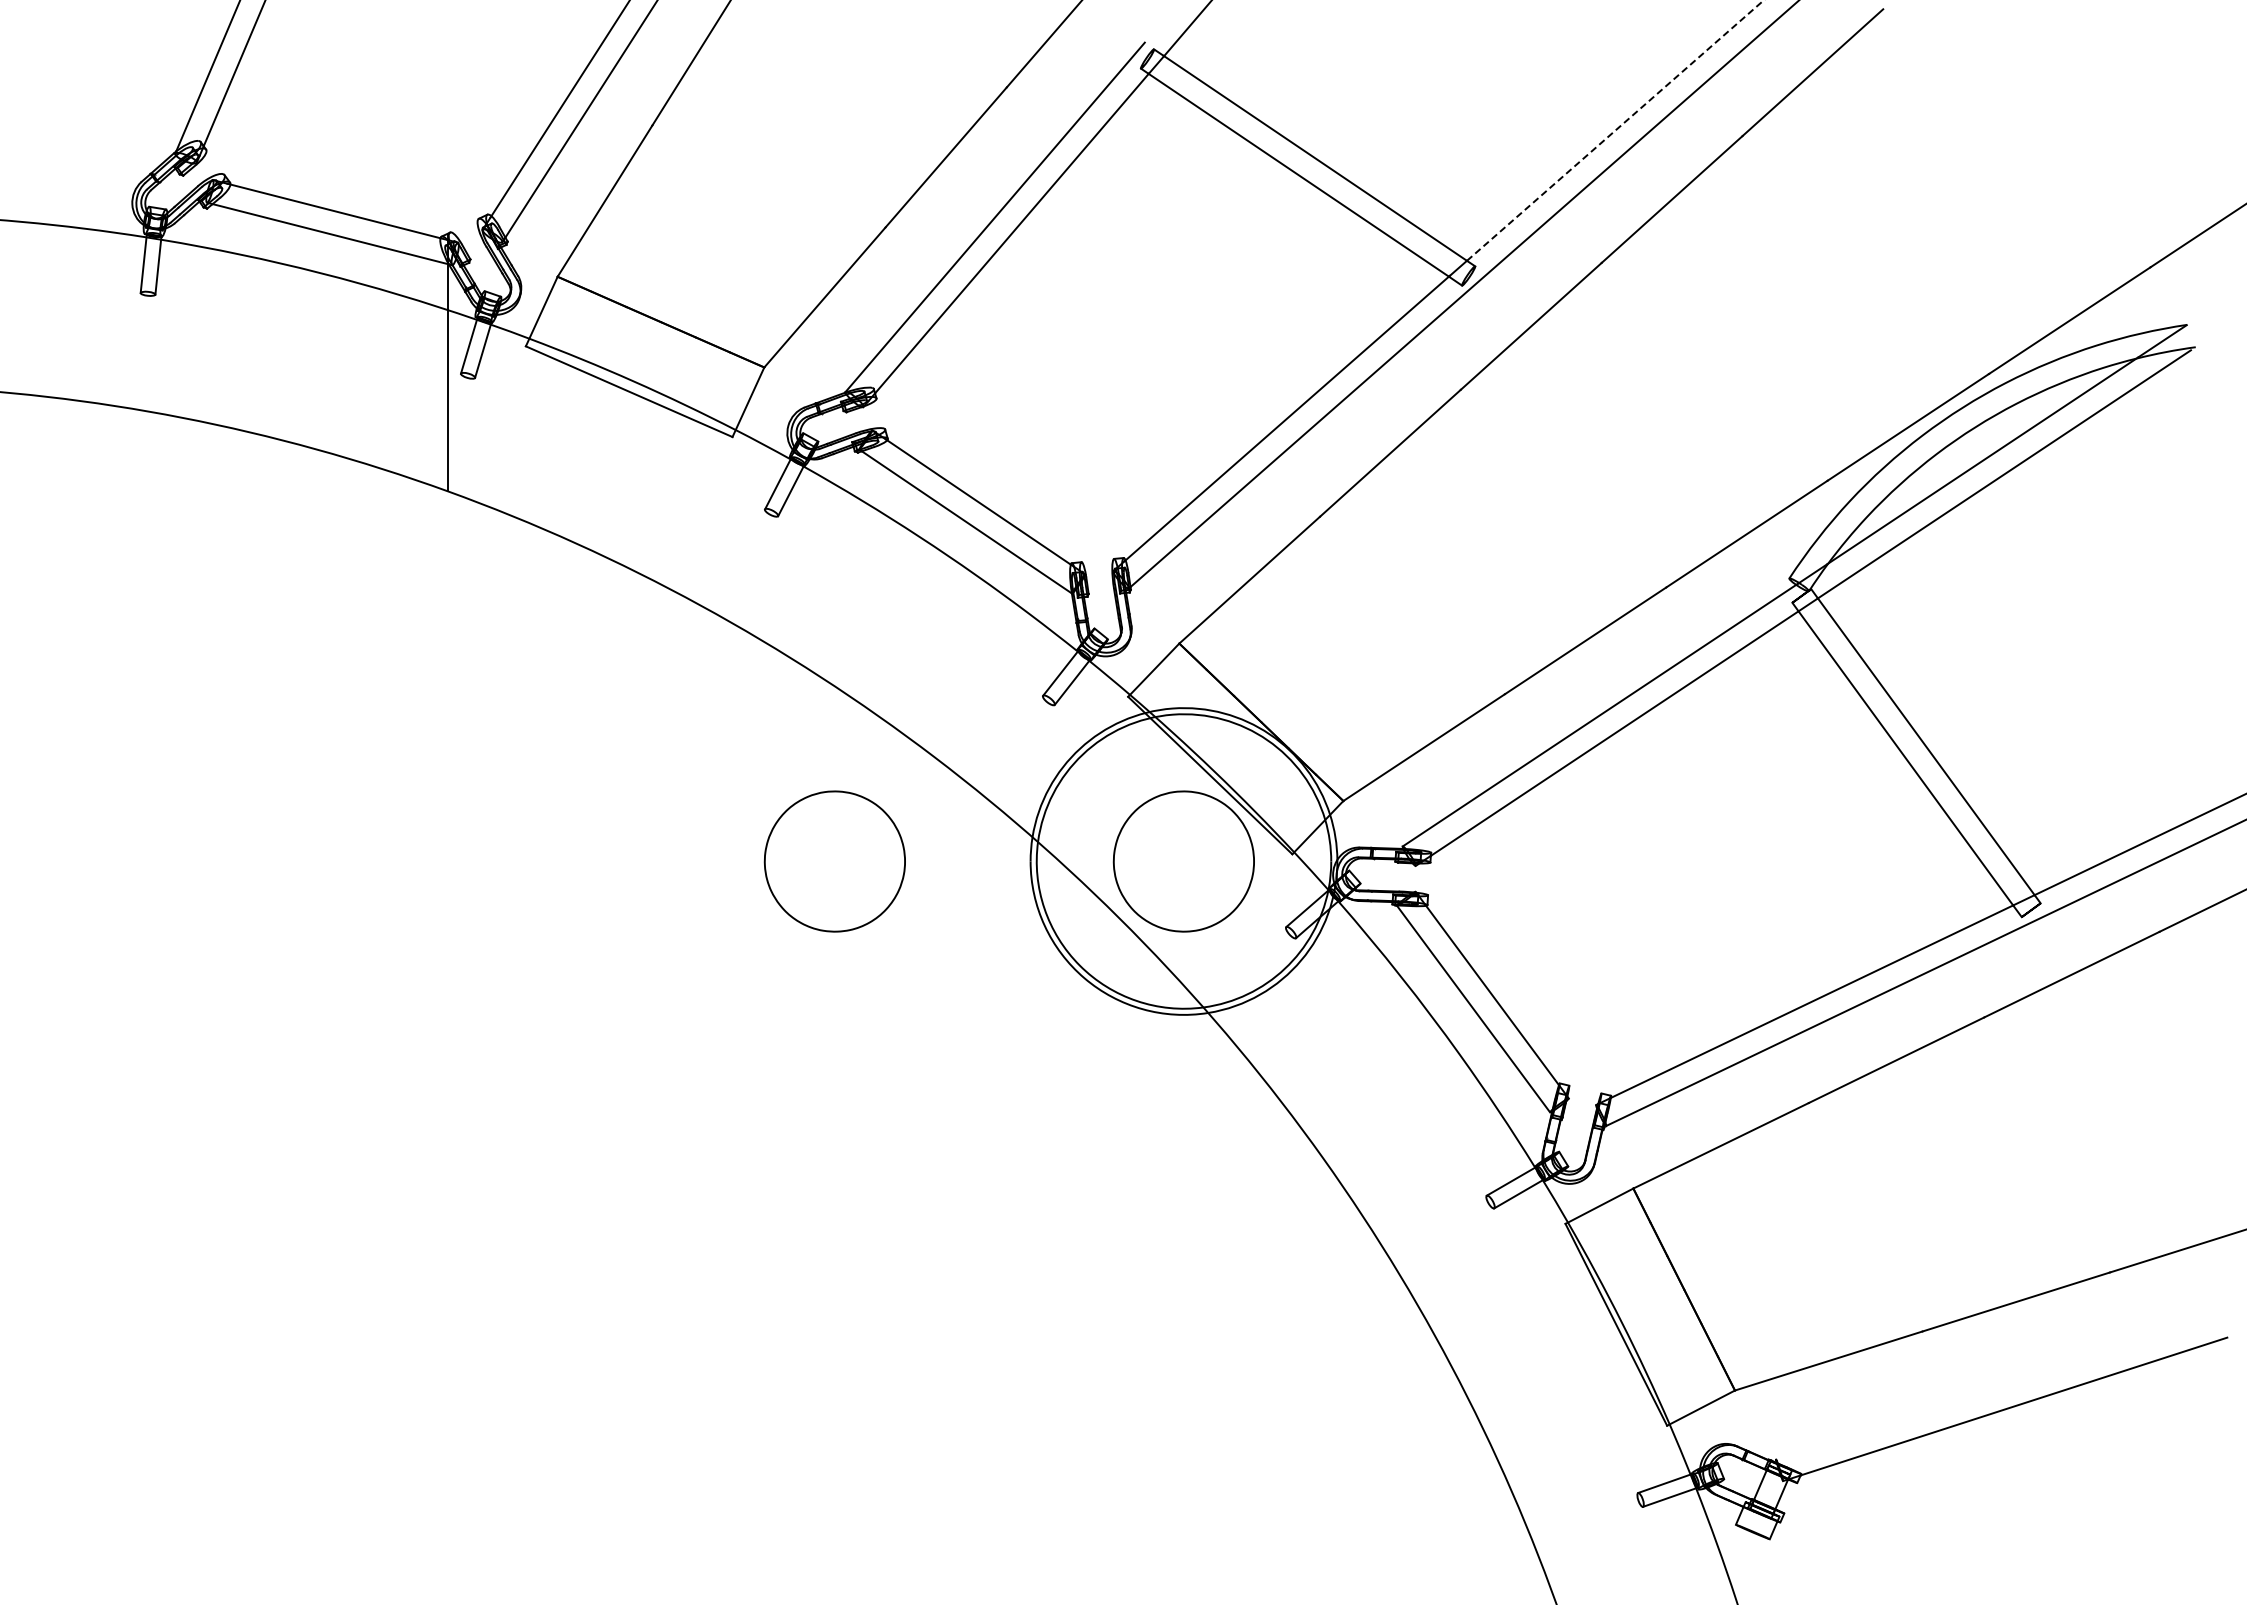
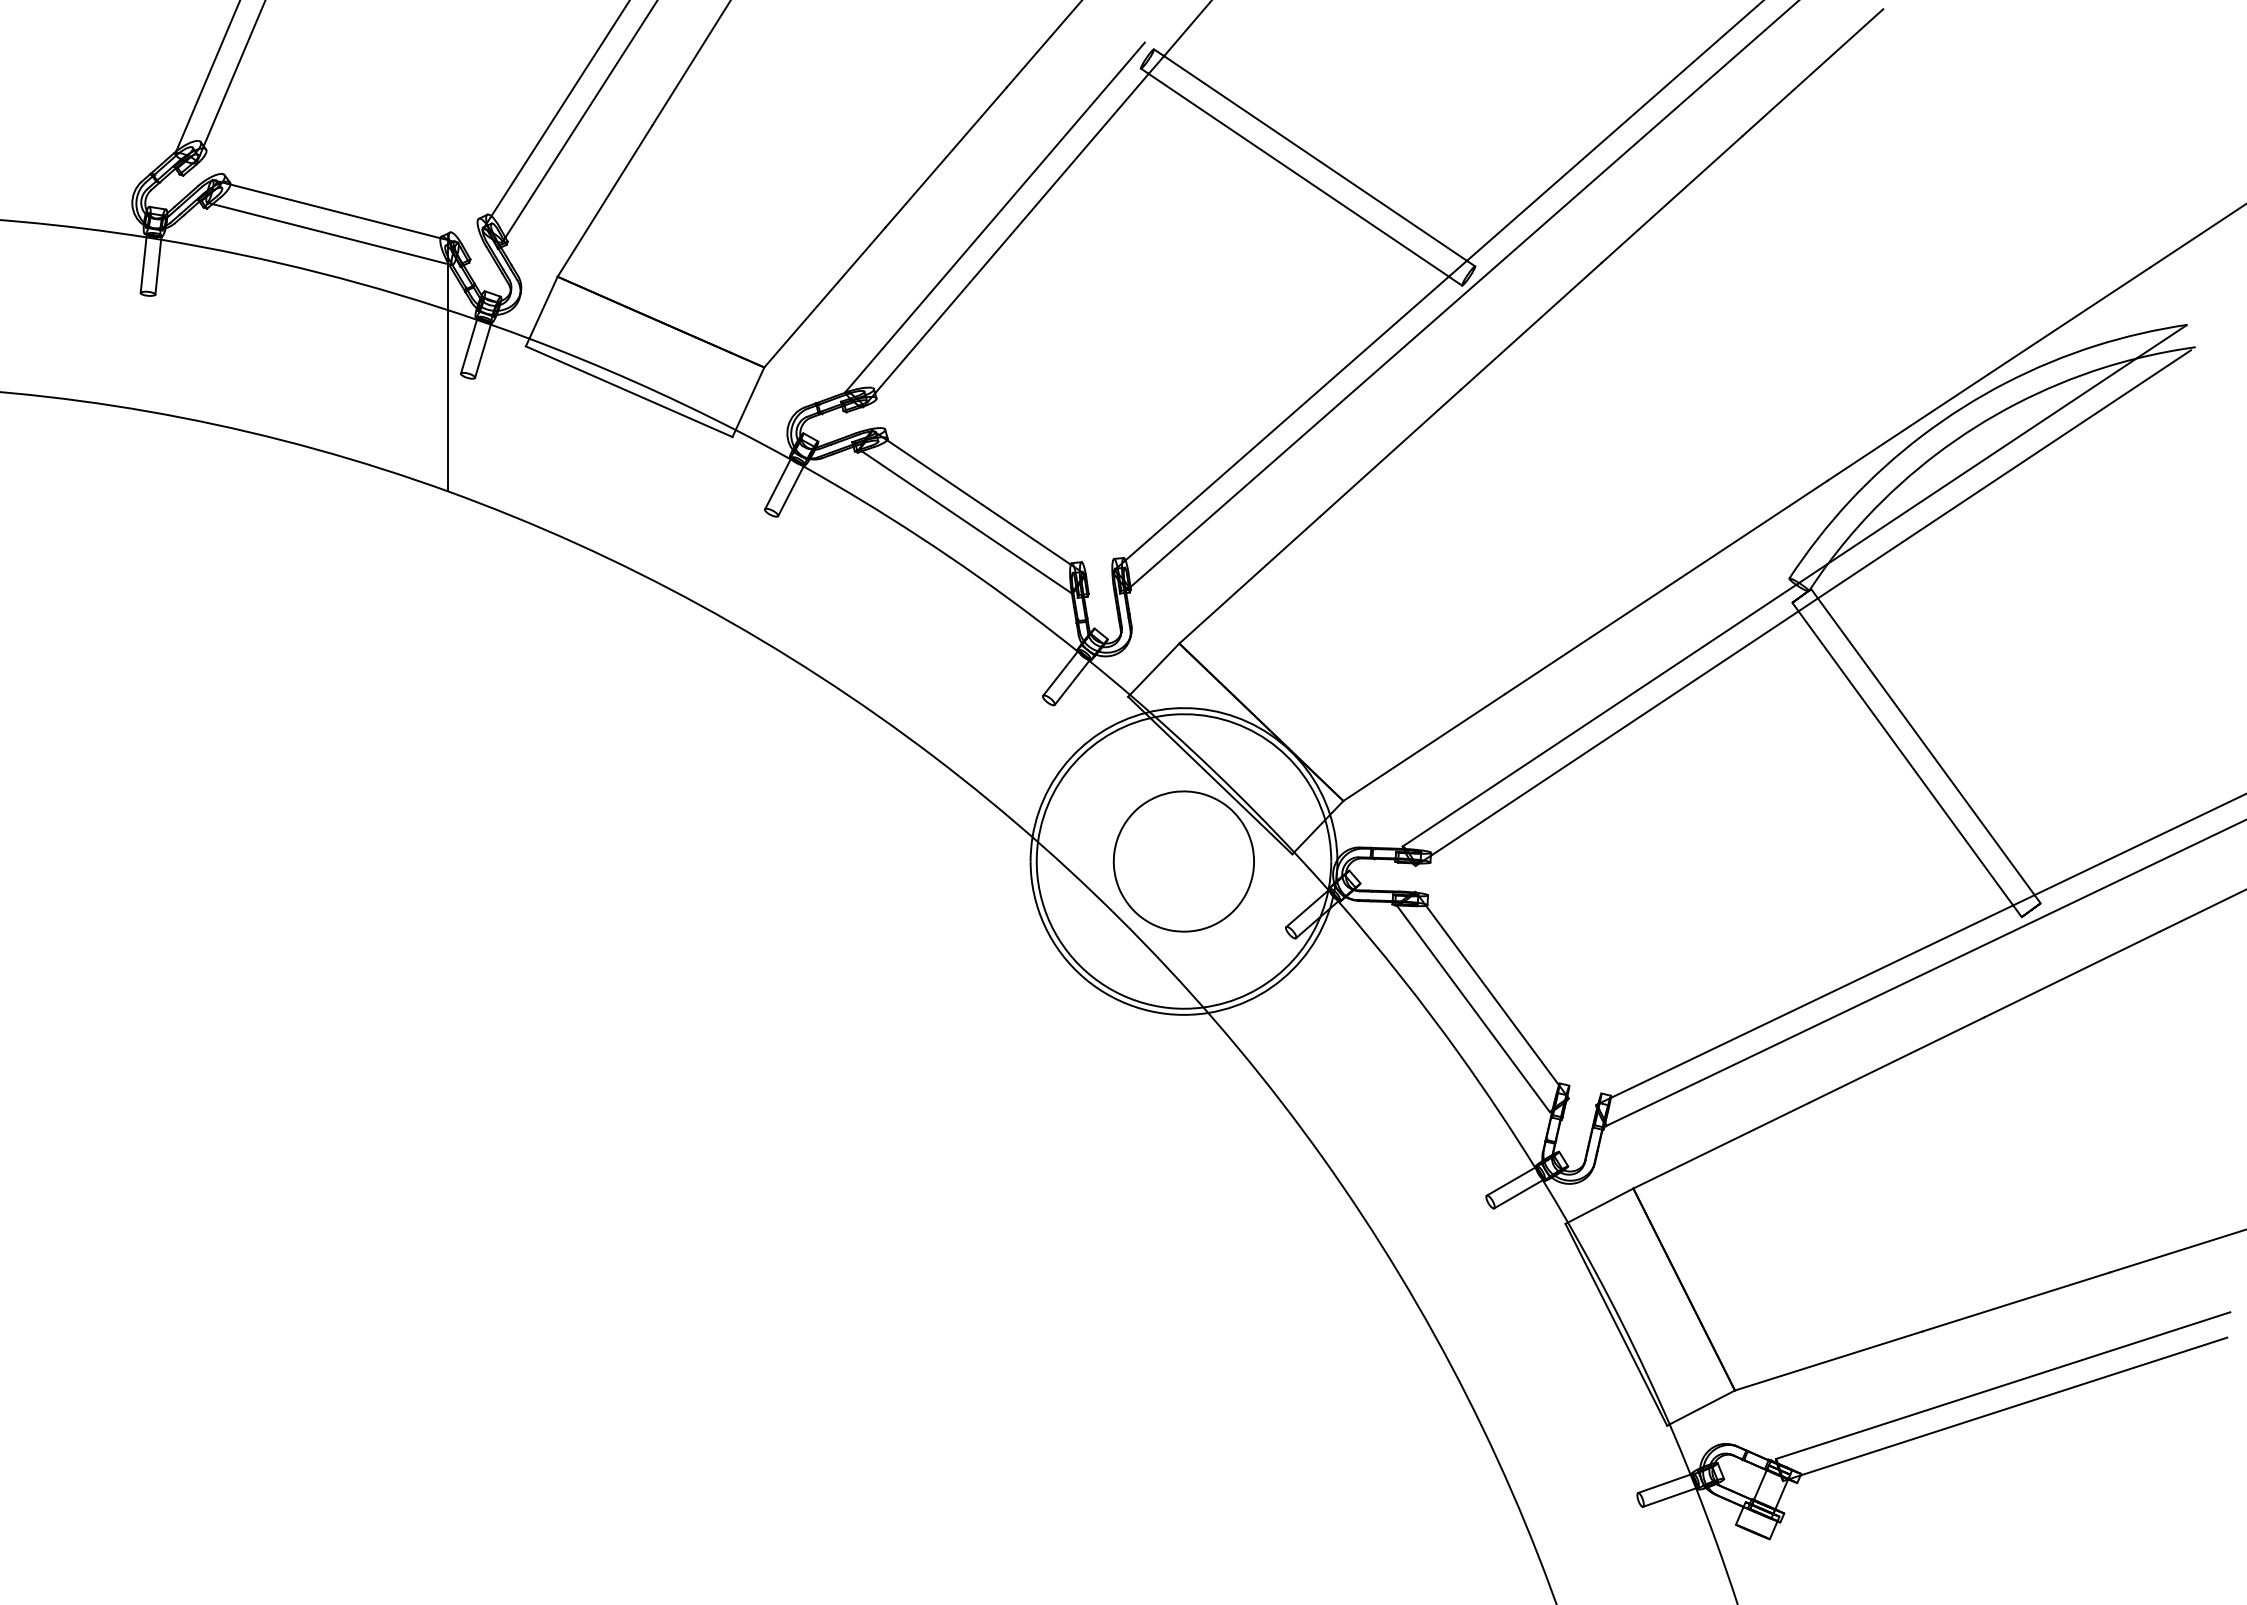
line at (1615, 130): dashed -> solid
part at (834, 861): present -> none
line at (2002, 1385): none -> present
